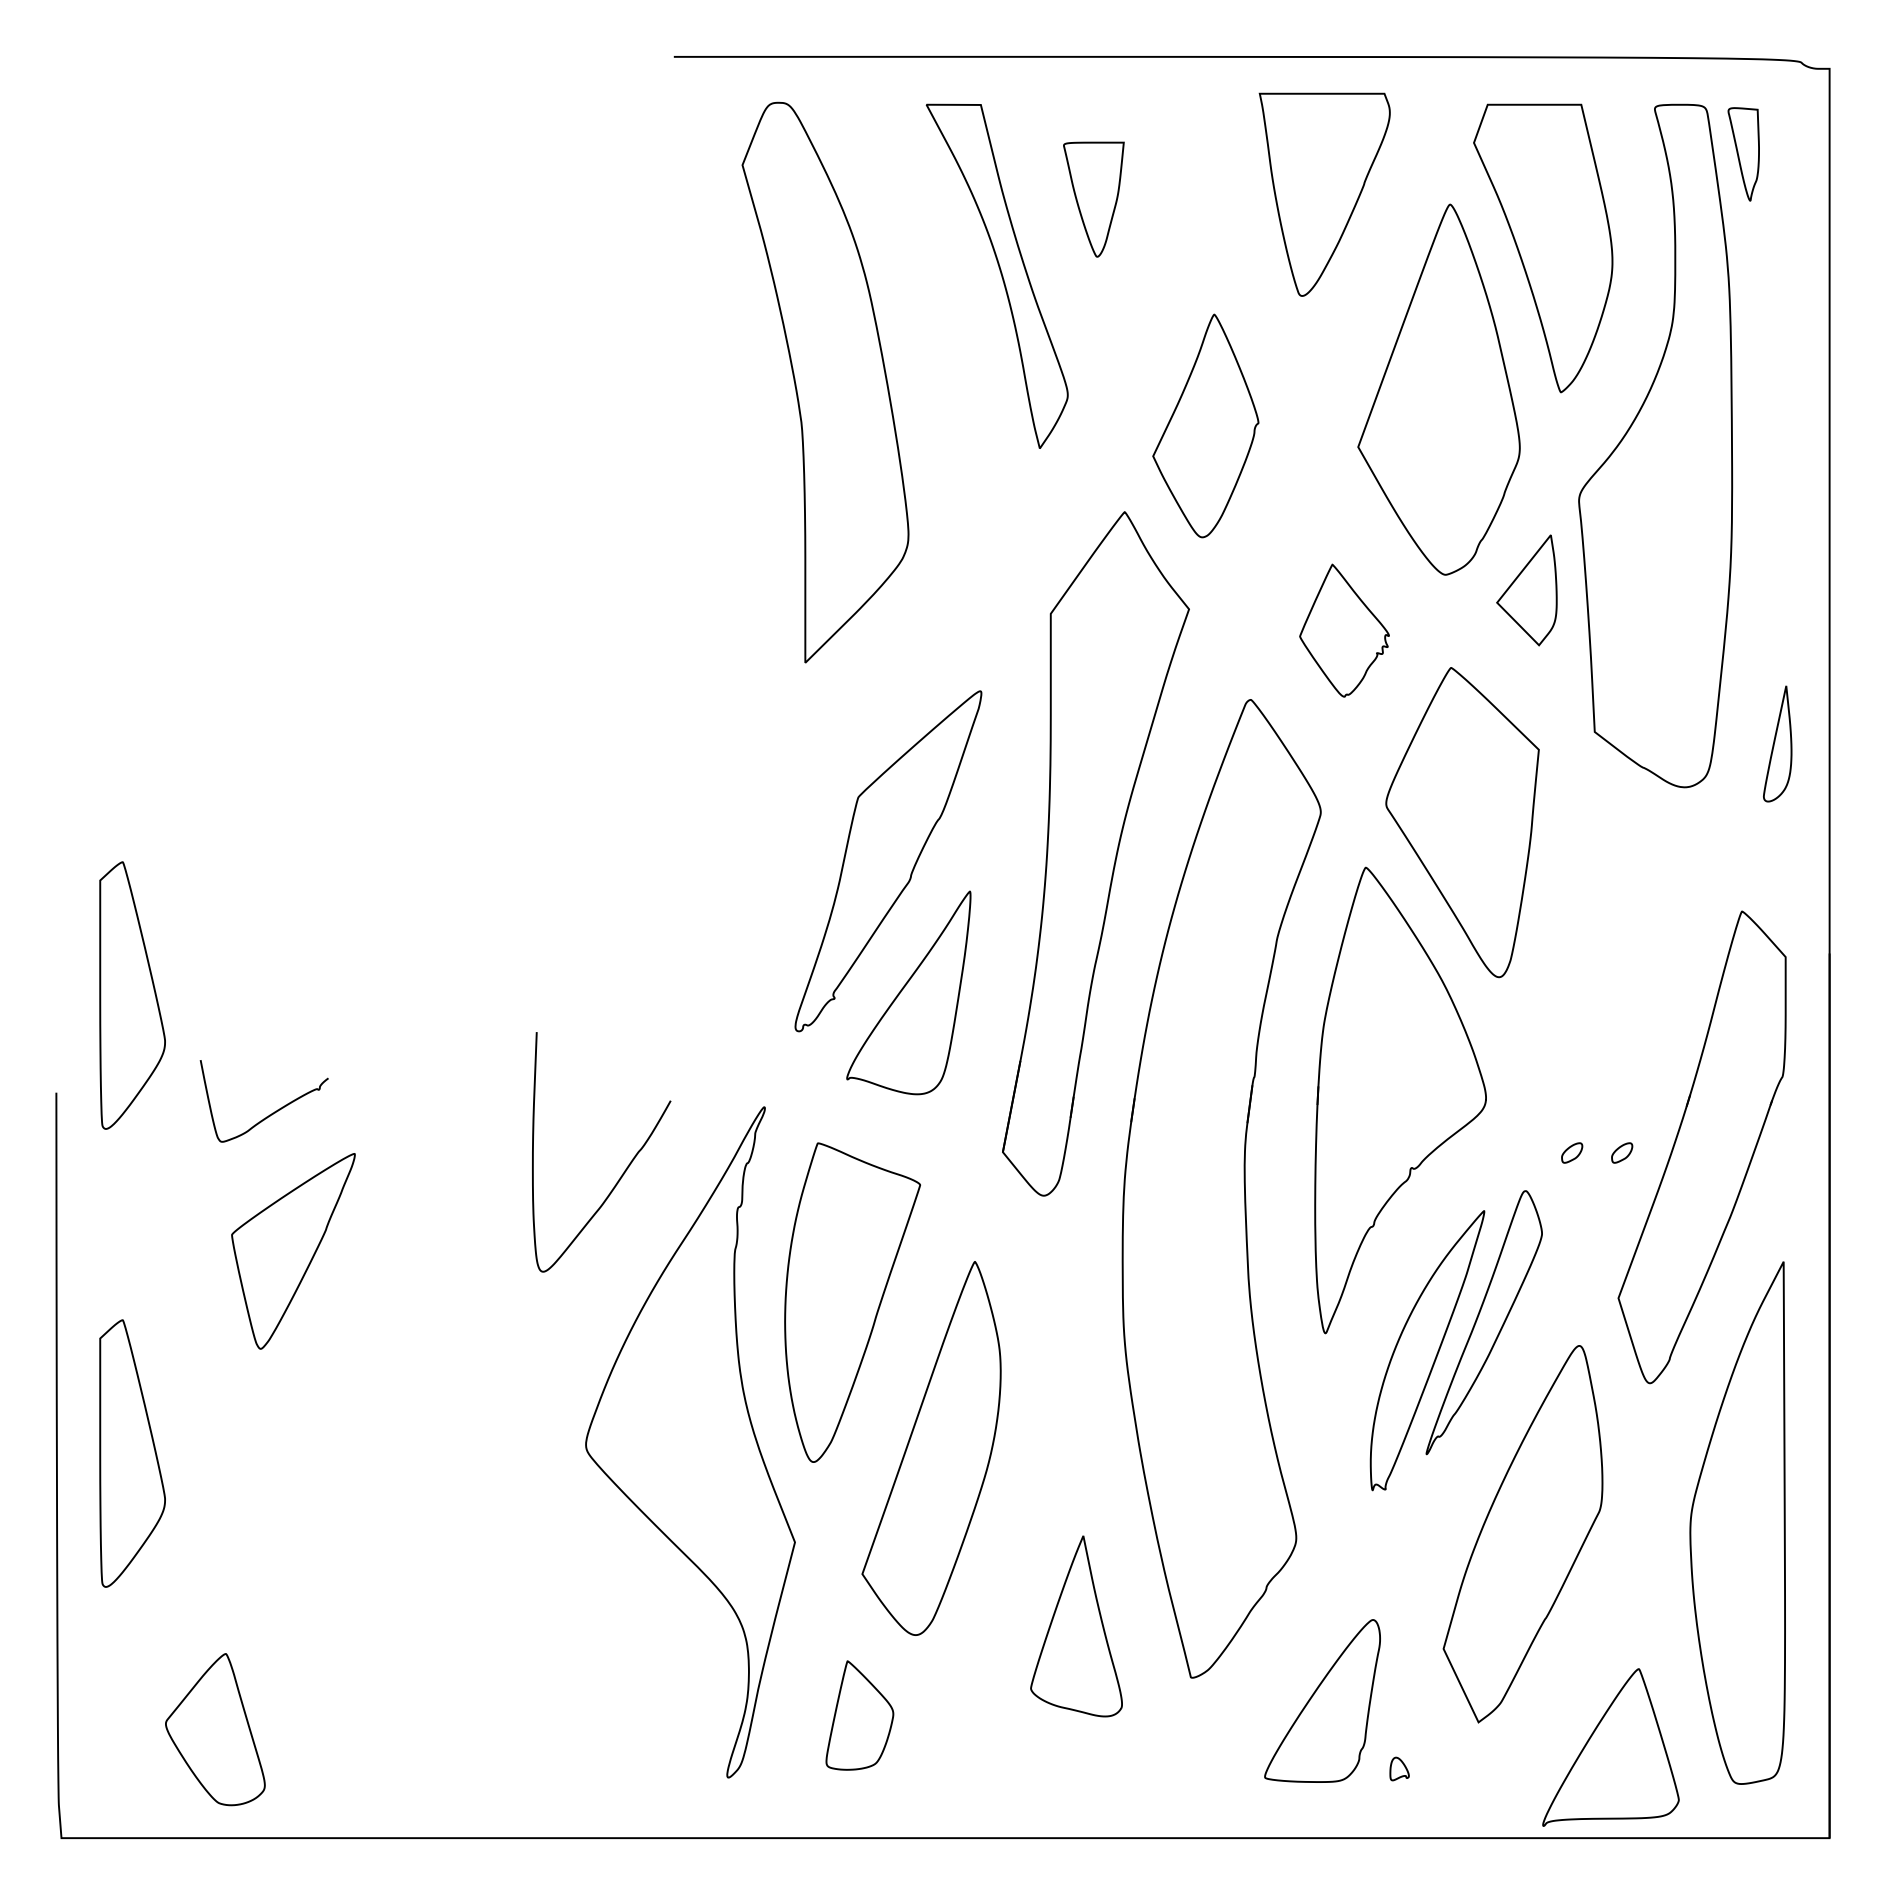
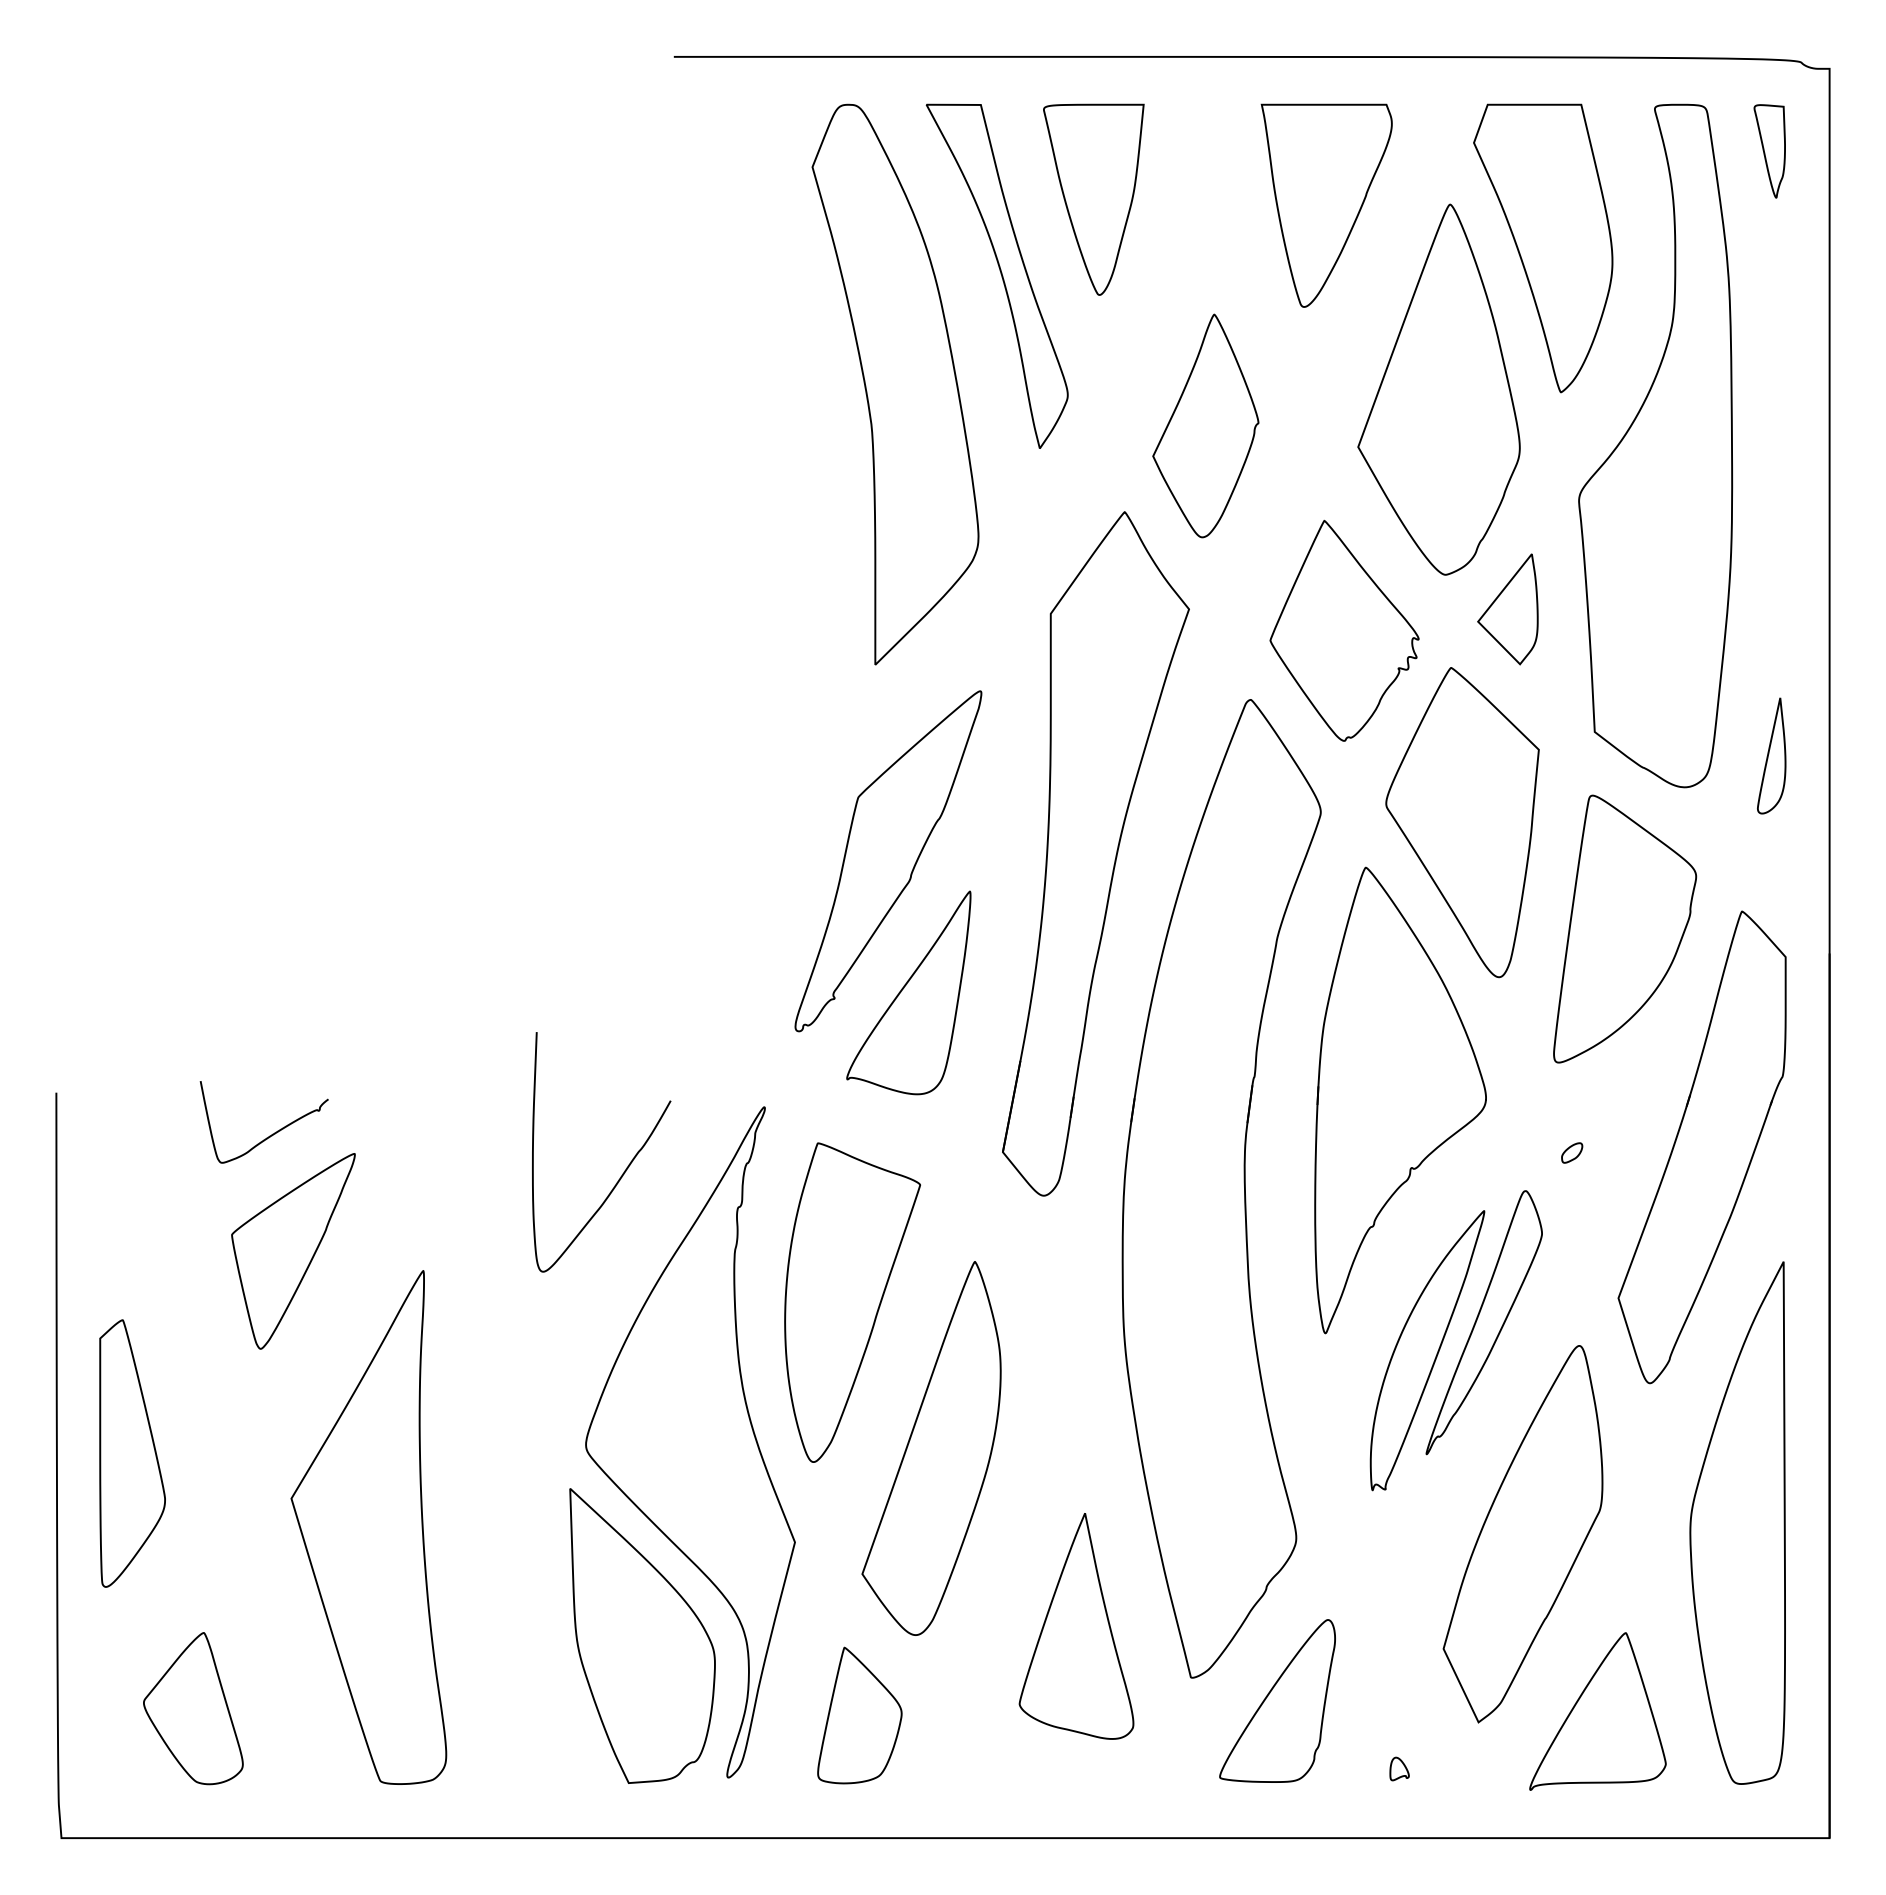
part at (1743, 154) position: (1743, 154) -> (1769, 151)
part at (1324, 194) position: (1324, 194) -> (1326, 205)
part at (1093, 199) size: 62x117 px -> 102x193 px
part at (825, 382) position: (825, 382) -> (895, 384)
part at (1526, 590) position: (1526, 590) -> (1507, 609)
part at (1344, 630) size: 91x135 px -> 151x223 px
part at (1777, 743) position: (1777, 743) -> (1771, 755)
part at (1625, 928): none -> present
part at (132, 995): present -> none
curve at (272, 1112) position: (272, 1112) -> (272, 1133)
part at (1622, 1152): present -> none
part at (368, 1527): none -> present
part at (1076, 1626) size: 93x183 px -> 117x227 px
part at (642, 1635): none -> present
part at (1322, 1700) position: (1322, 1700) -> (1277, 1700)
part at (859, 1715) size: 70x111 px -> 86x139 px
part at (215, 1729) position: (215, 1729) -> (193, 1708)
part at (1610, 1747) position: (1610, 1747) -> (1597, 1711)
